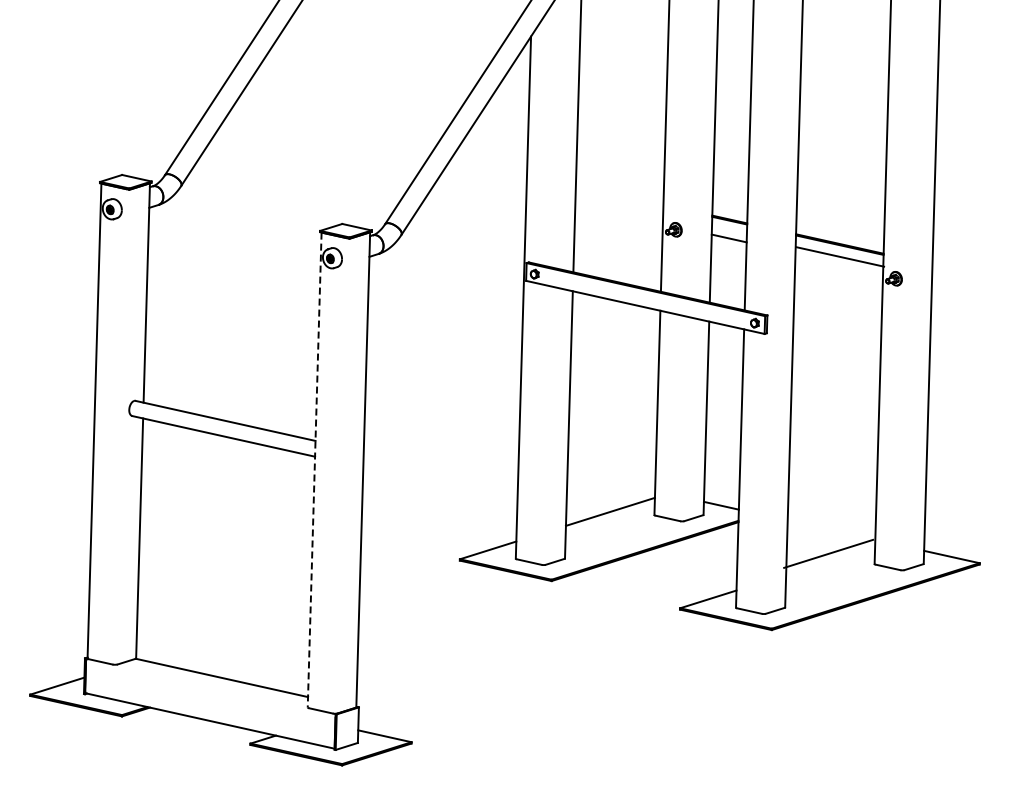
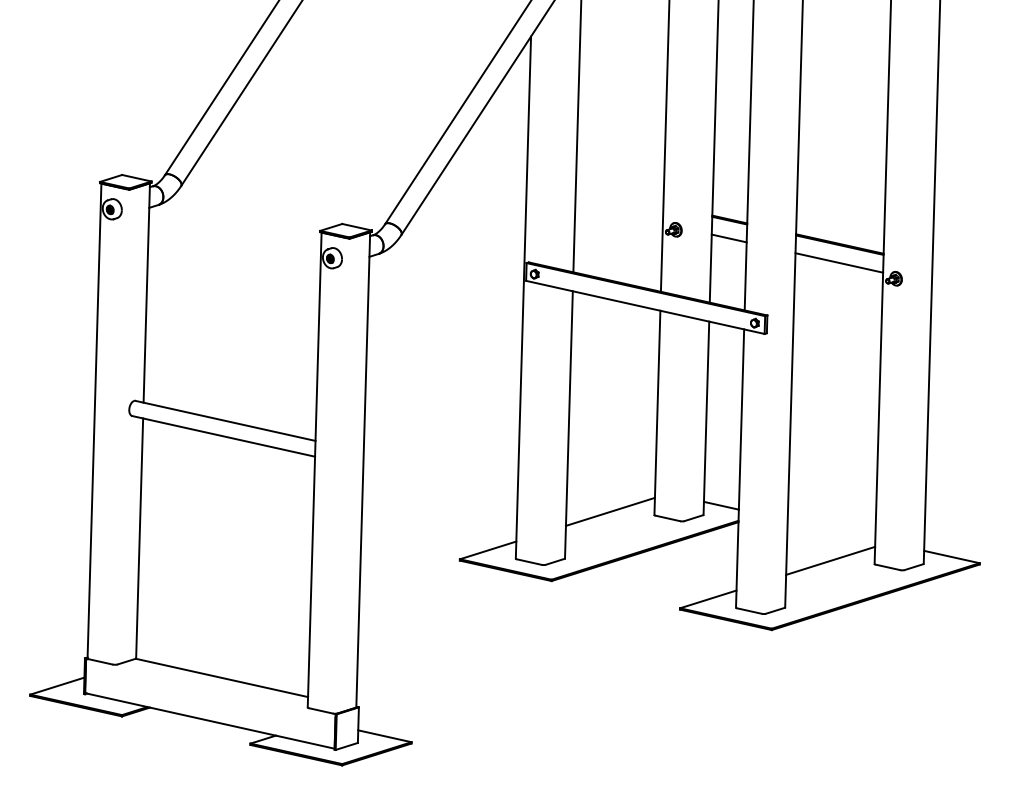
line at (840, 256) position: (840, 256) -> (839, 262)
line at (314, 470): dashed -> solid
line at (828, 553) position: (828, 553) -> (830, 560)
